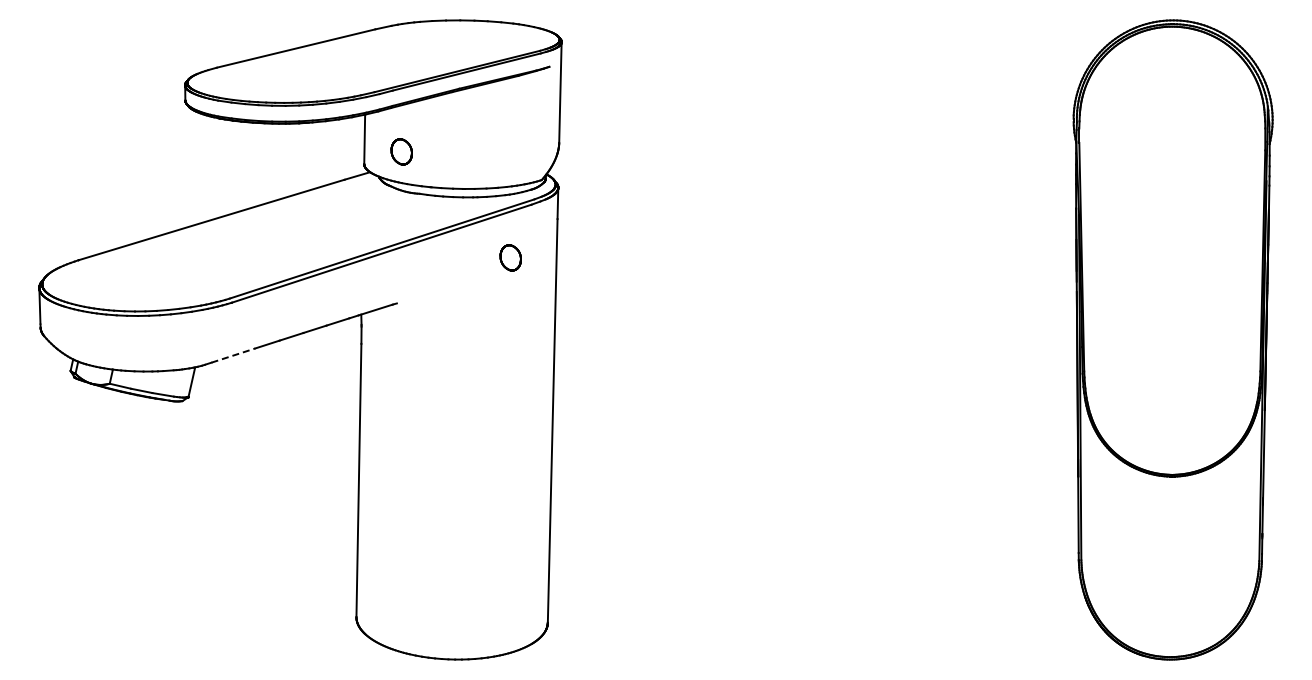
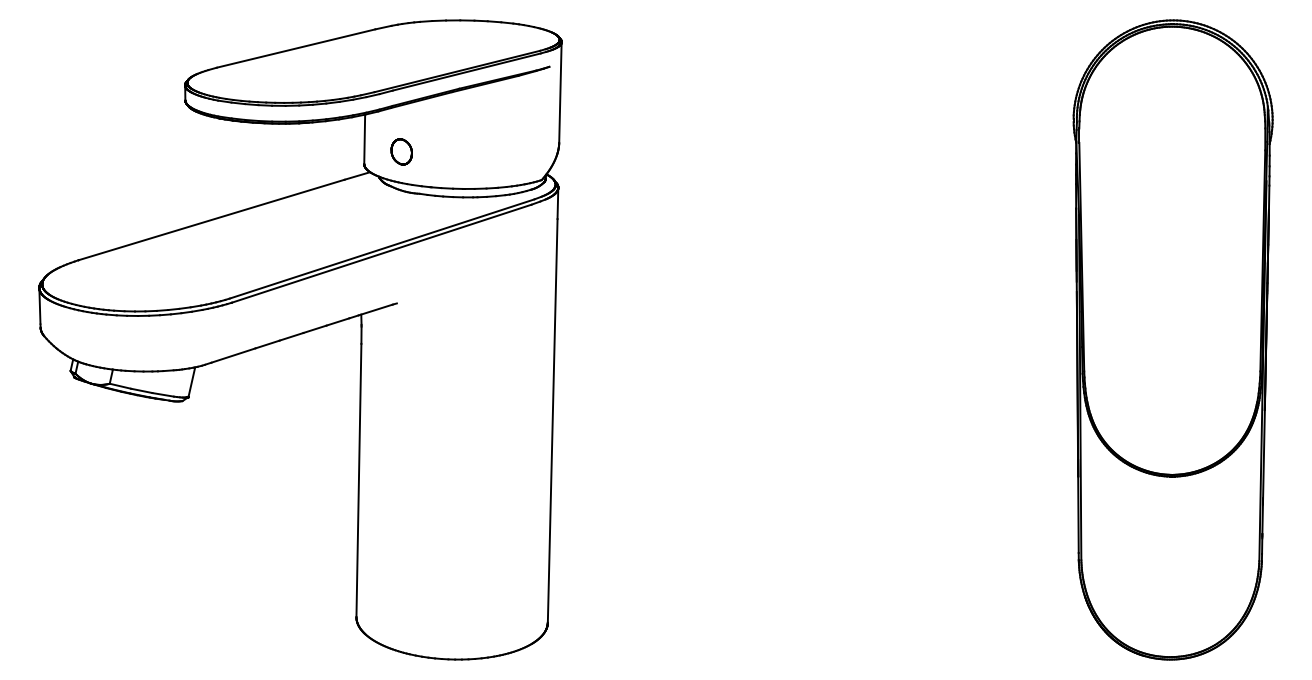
part at (510, 257): present -> none
line at (233, 355): dashed -> solid
